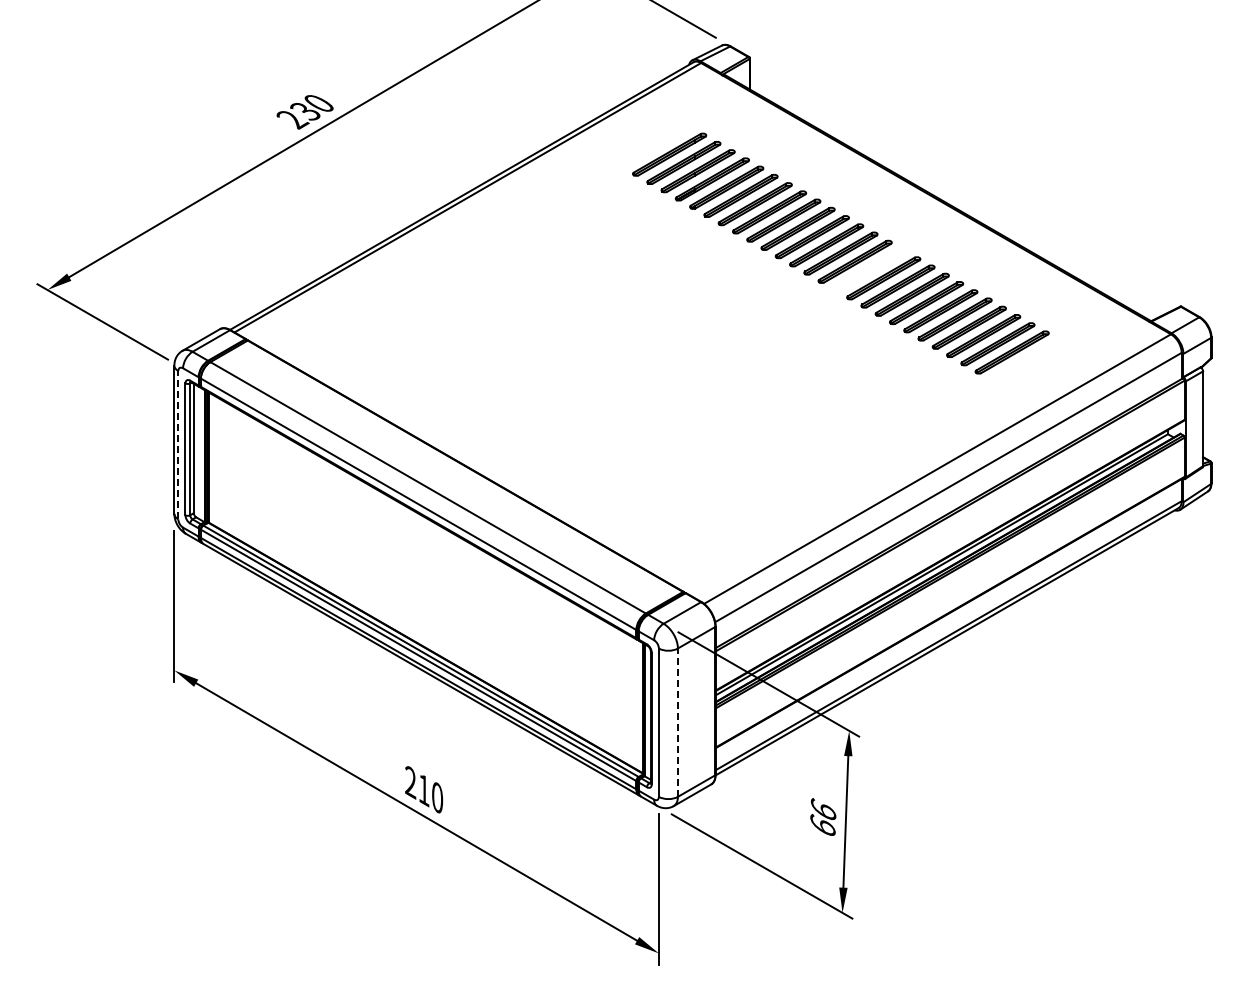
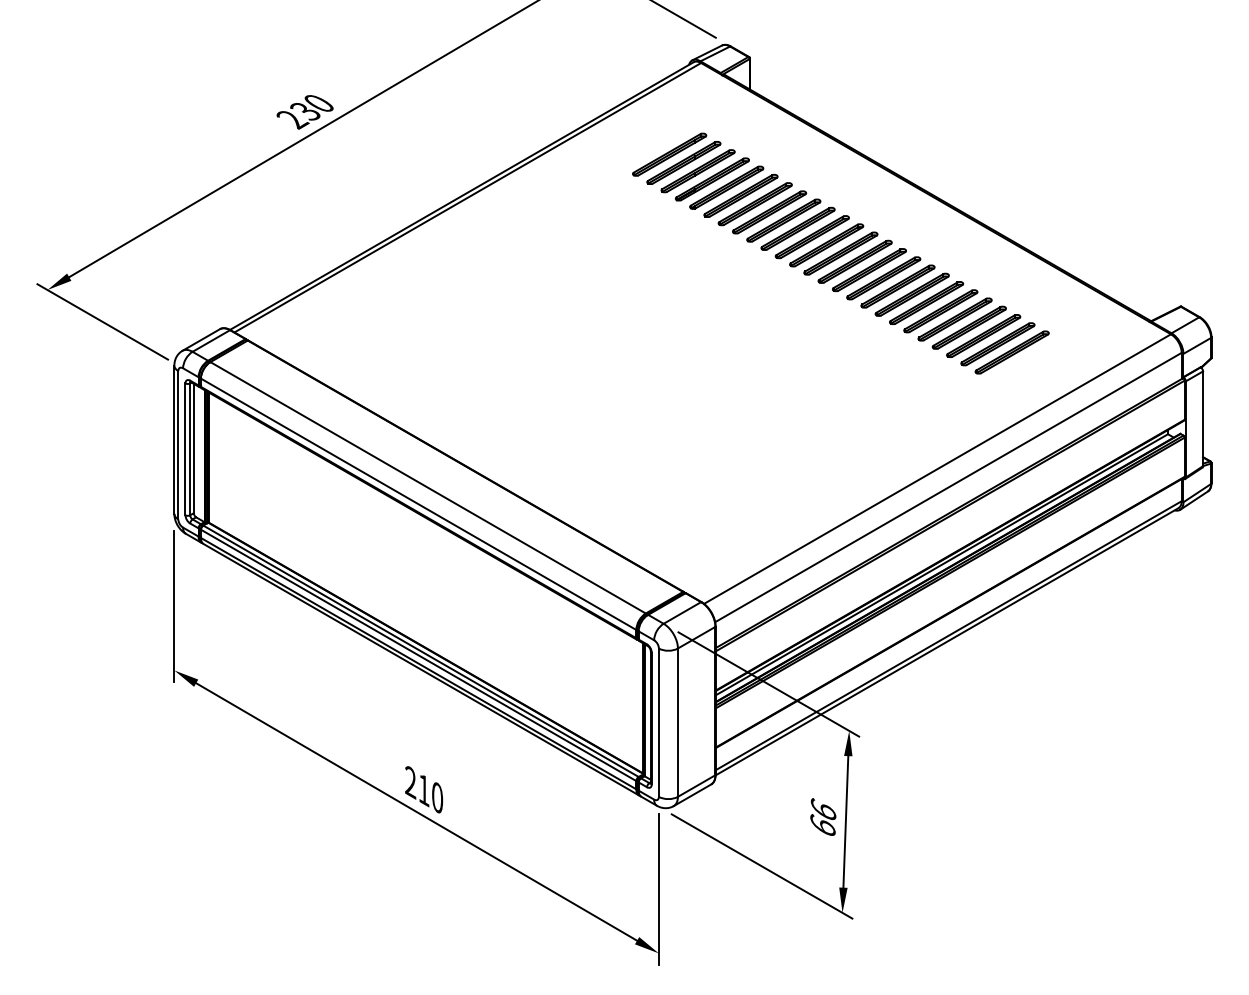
part at (868, 270): none -> present
line at (178, 444): dashed -> solid
line at (677, 722): dashed -> solid
